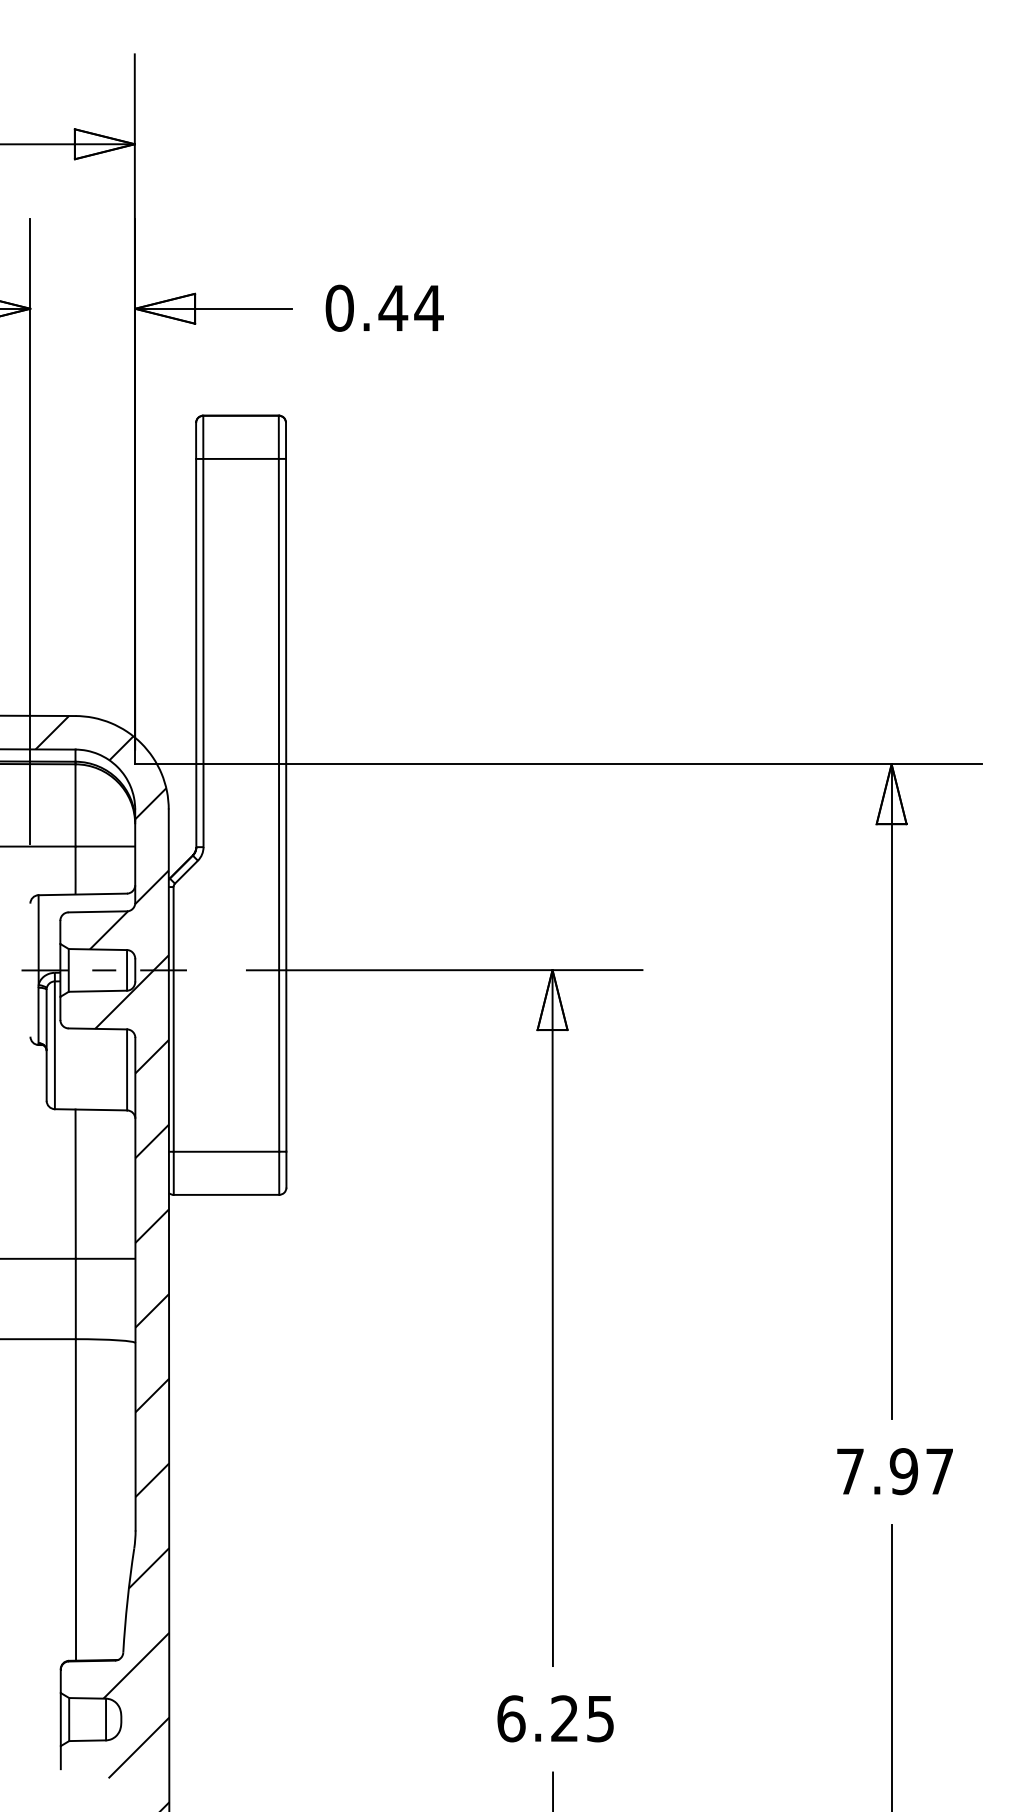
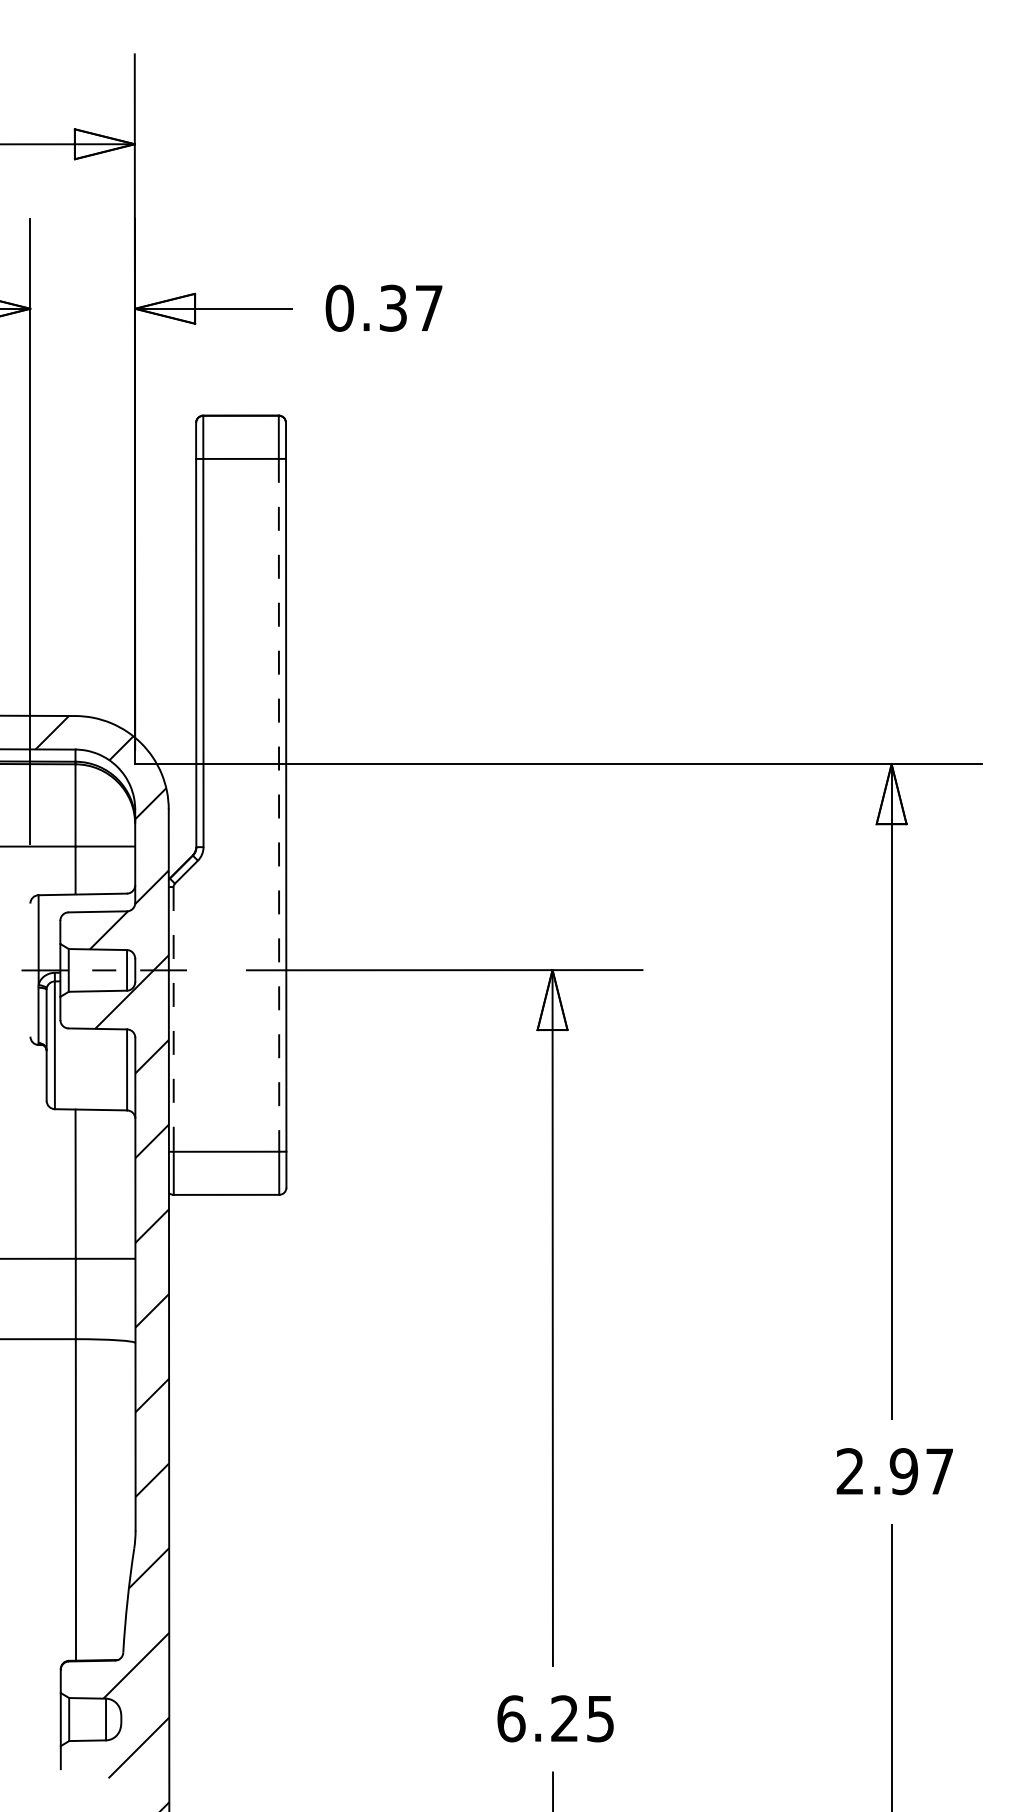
text at (410, 307): 0.44 -> 0.37
line at (279, 805): solid -> dashed
line at (173, 1019): solid -> dashed
text at (849, 1471): 7.97 -> 2.97
